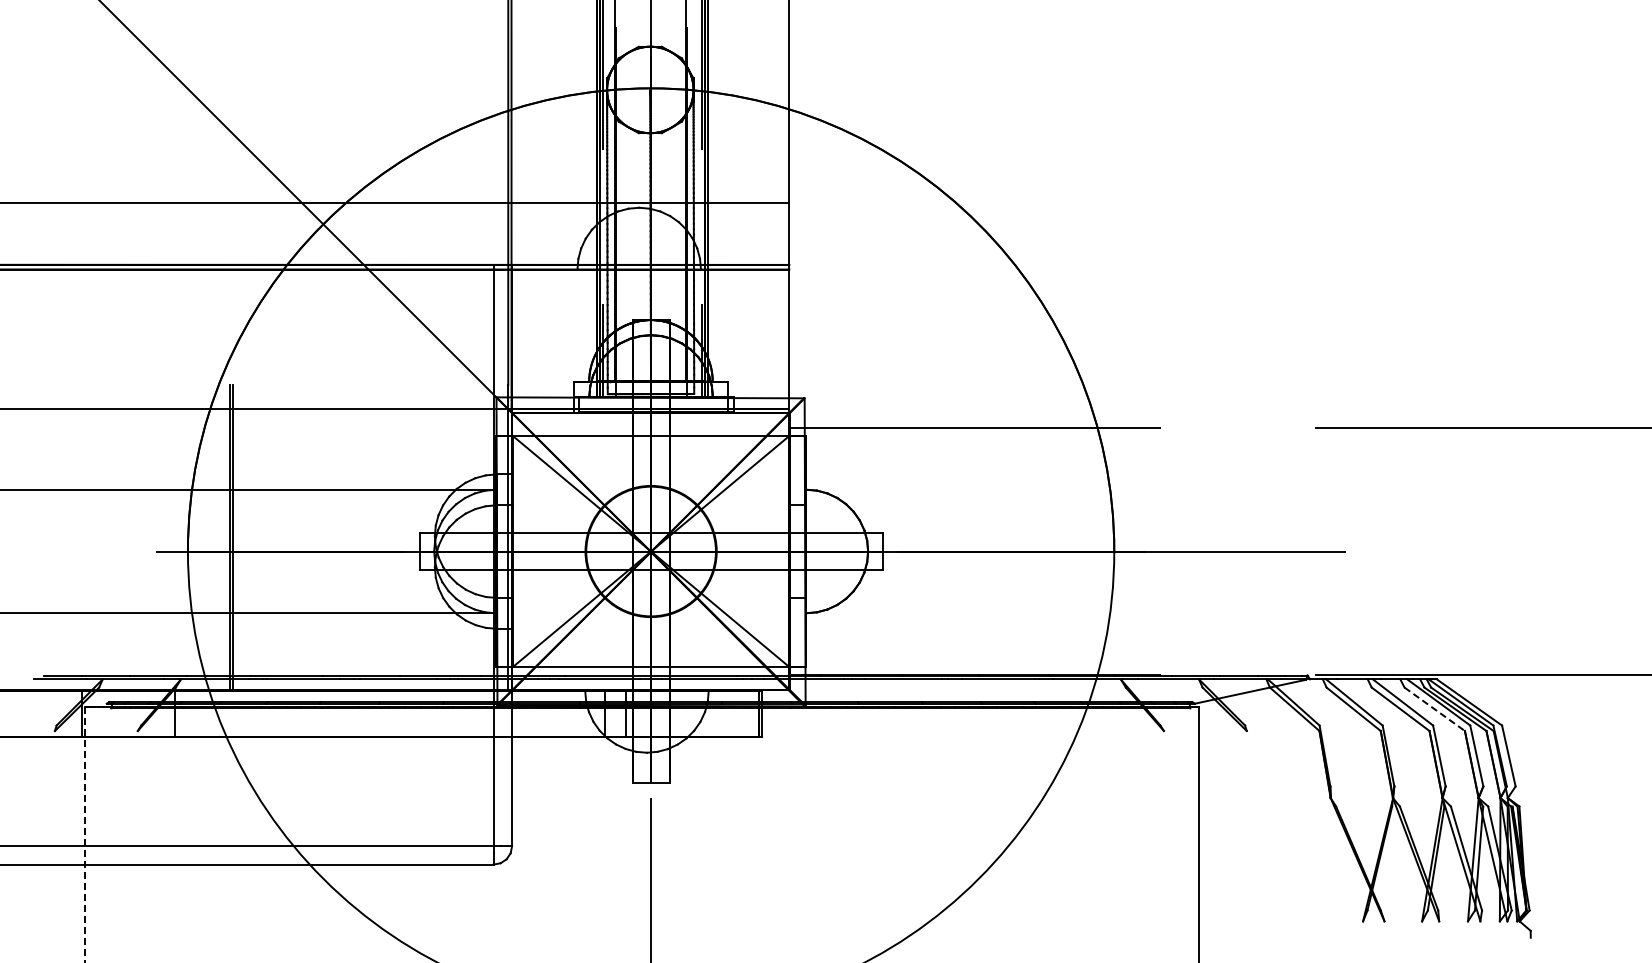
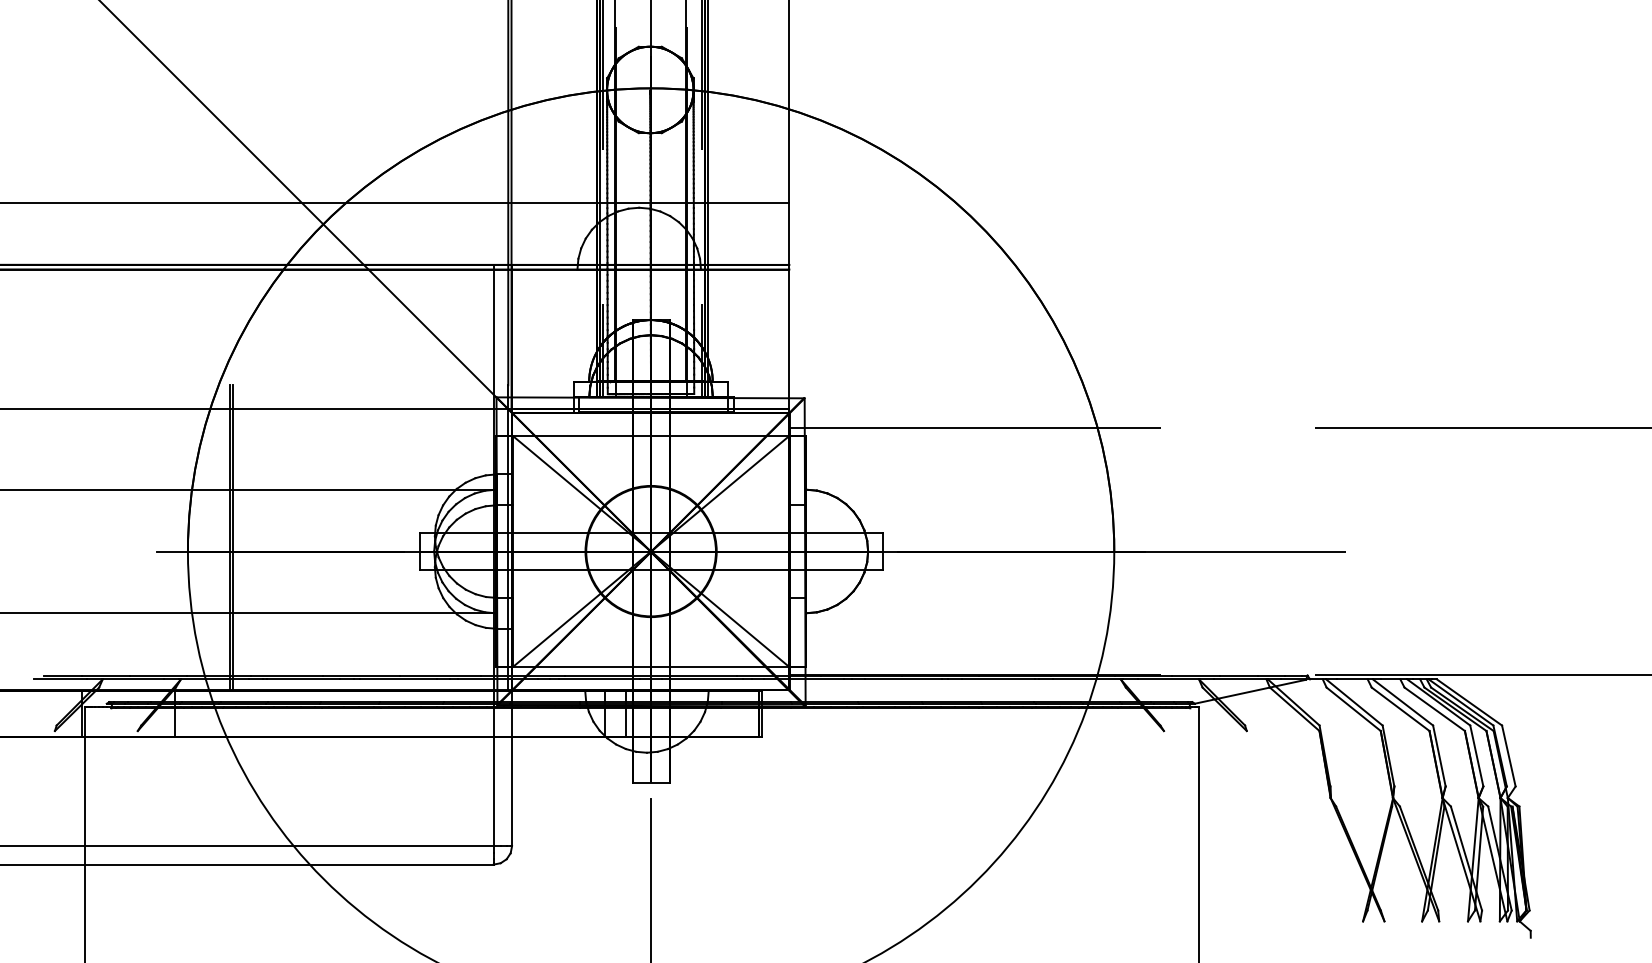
line at (1435, 709): dashed -> solid
line at (85, 834): dashed -> solid
